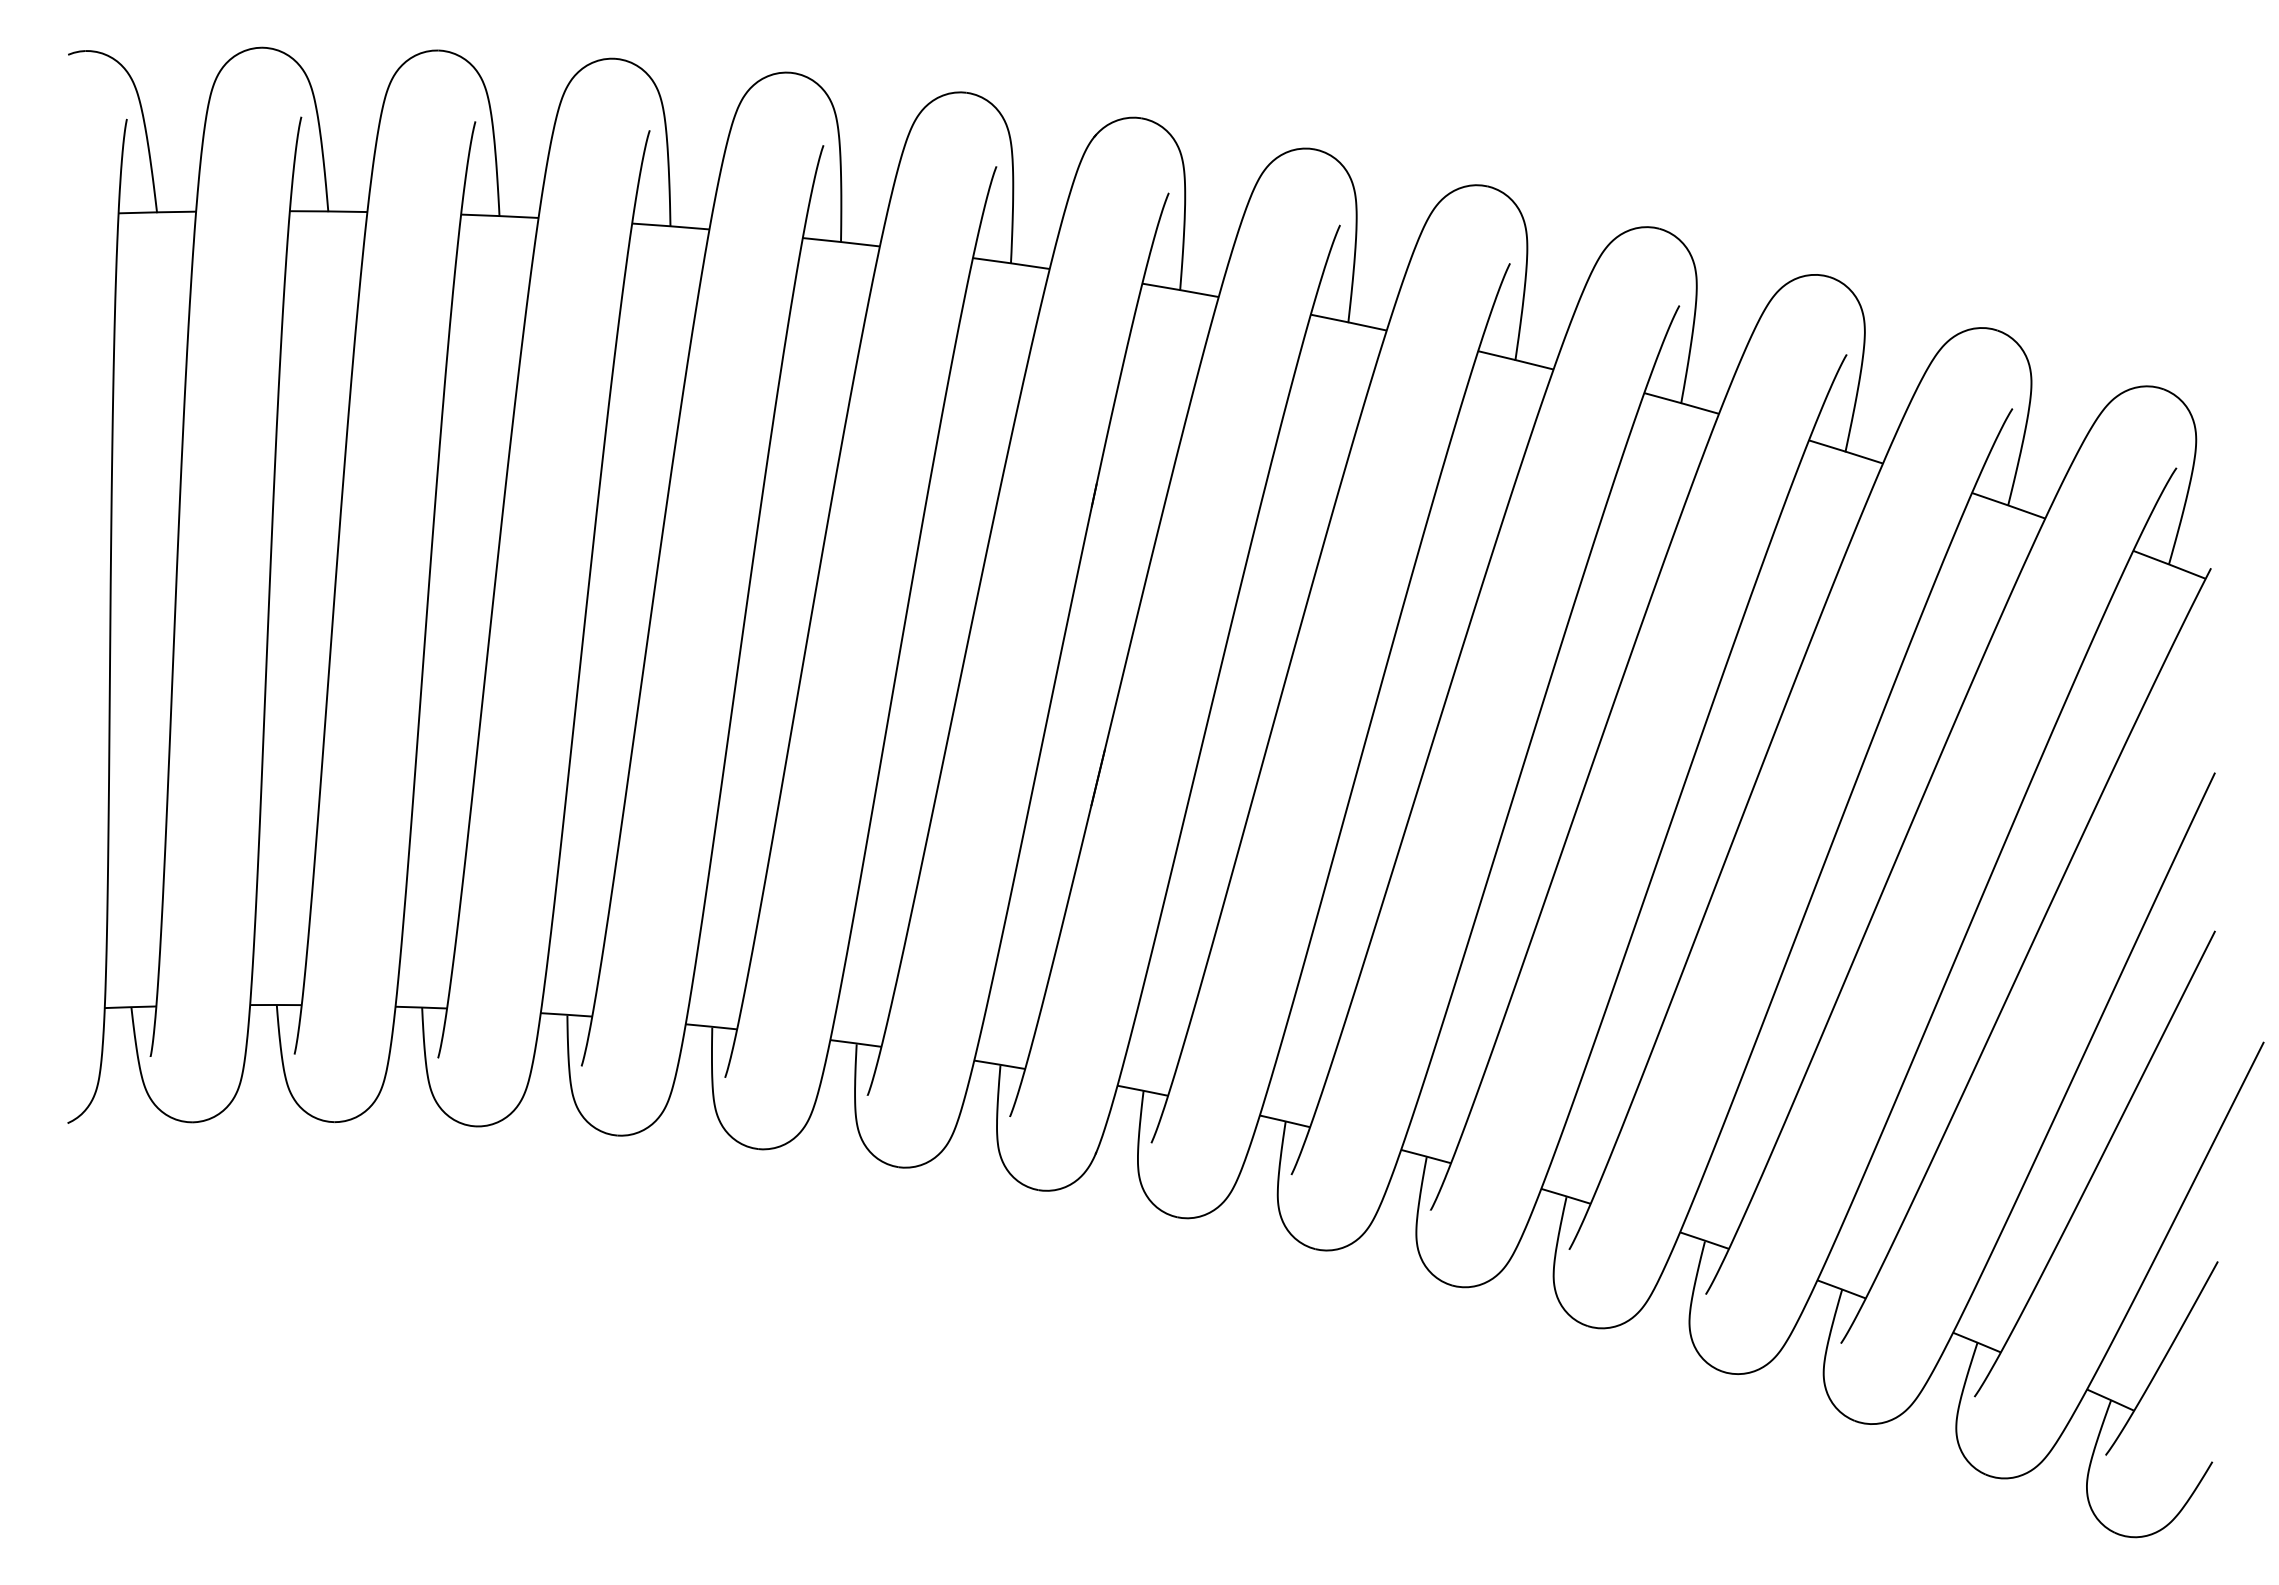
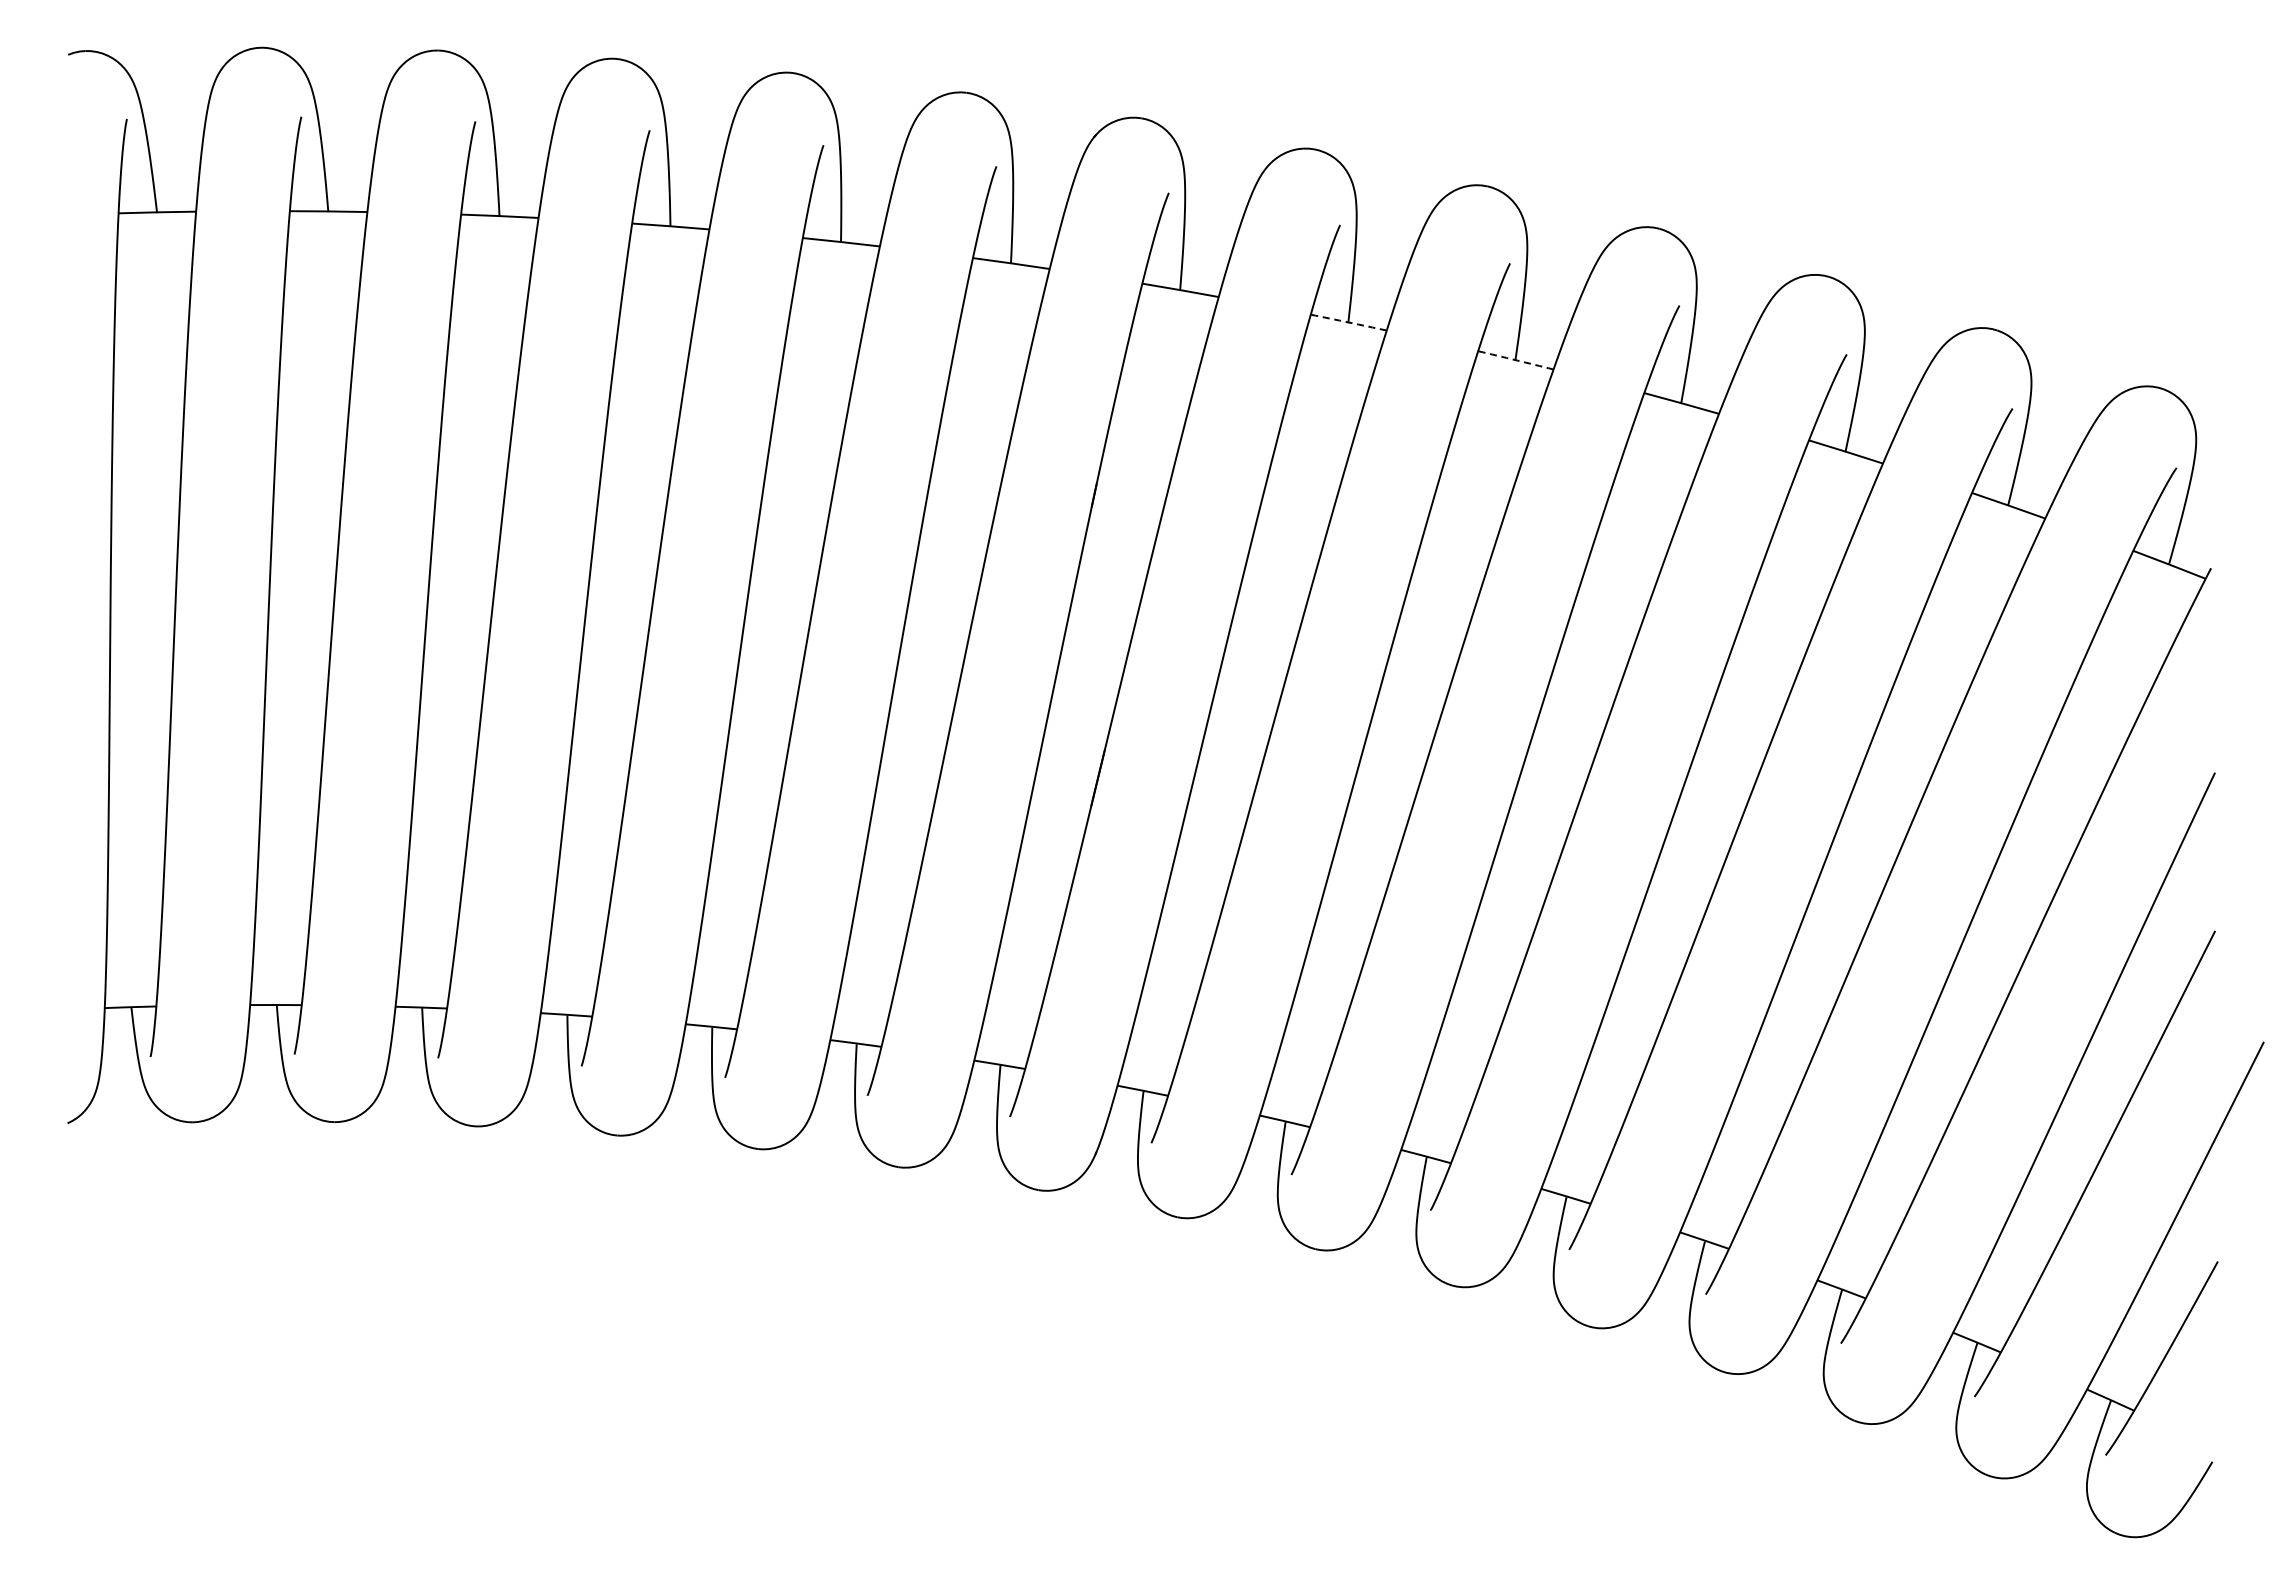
arc at (1348, 322): solid -> dashed
arc at (1515, 360): solid -> dashed
